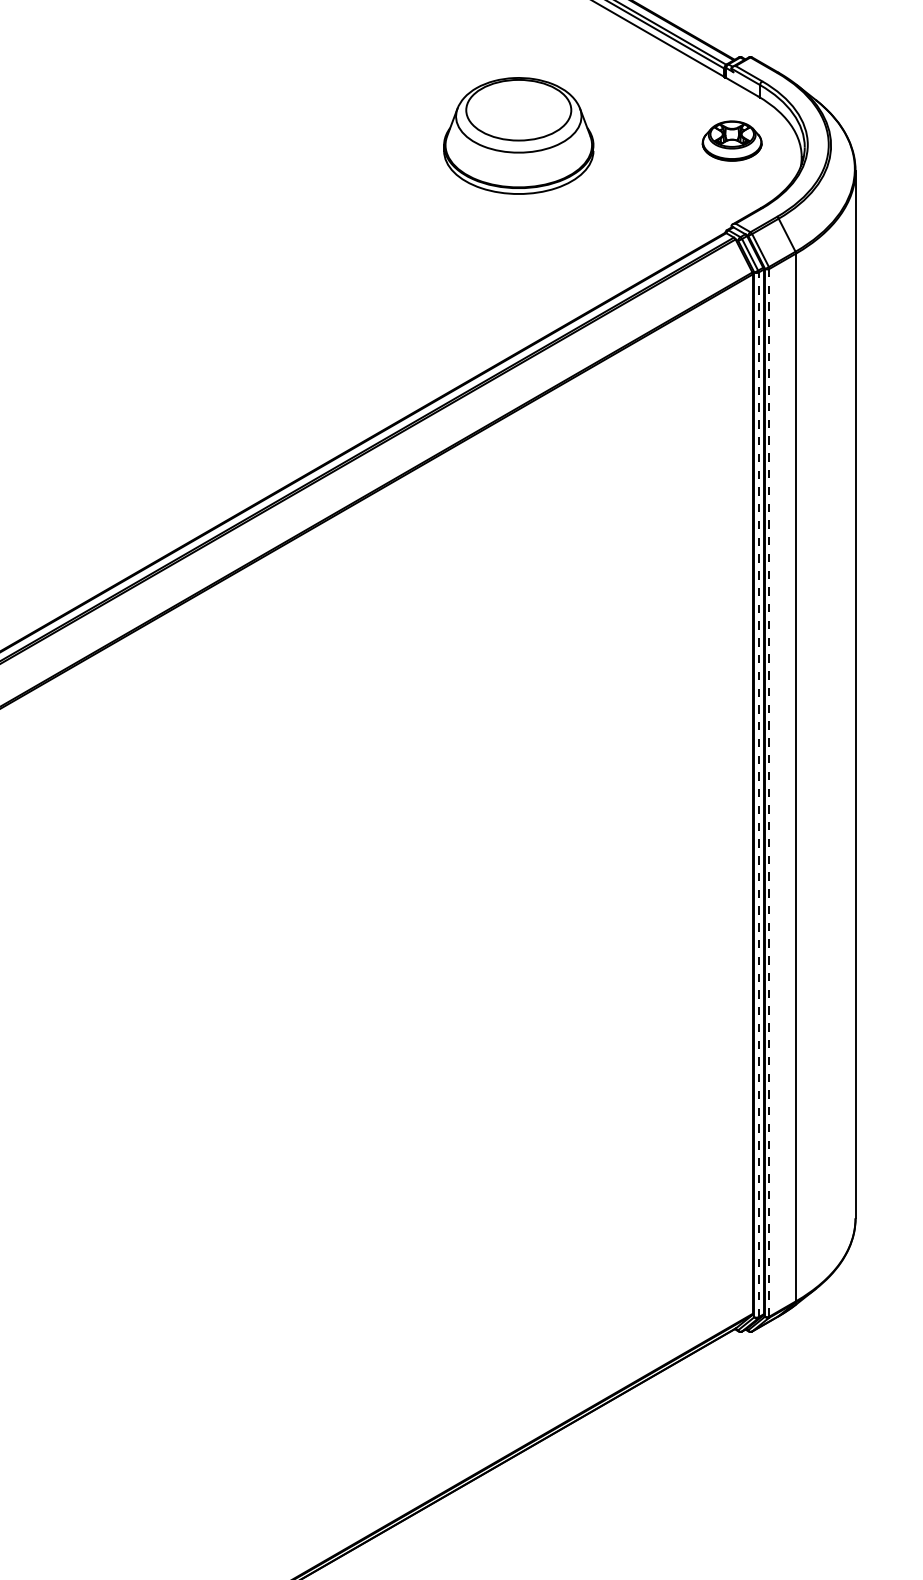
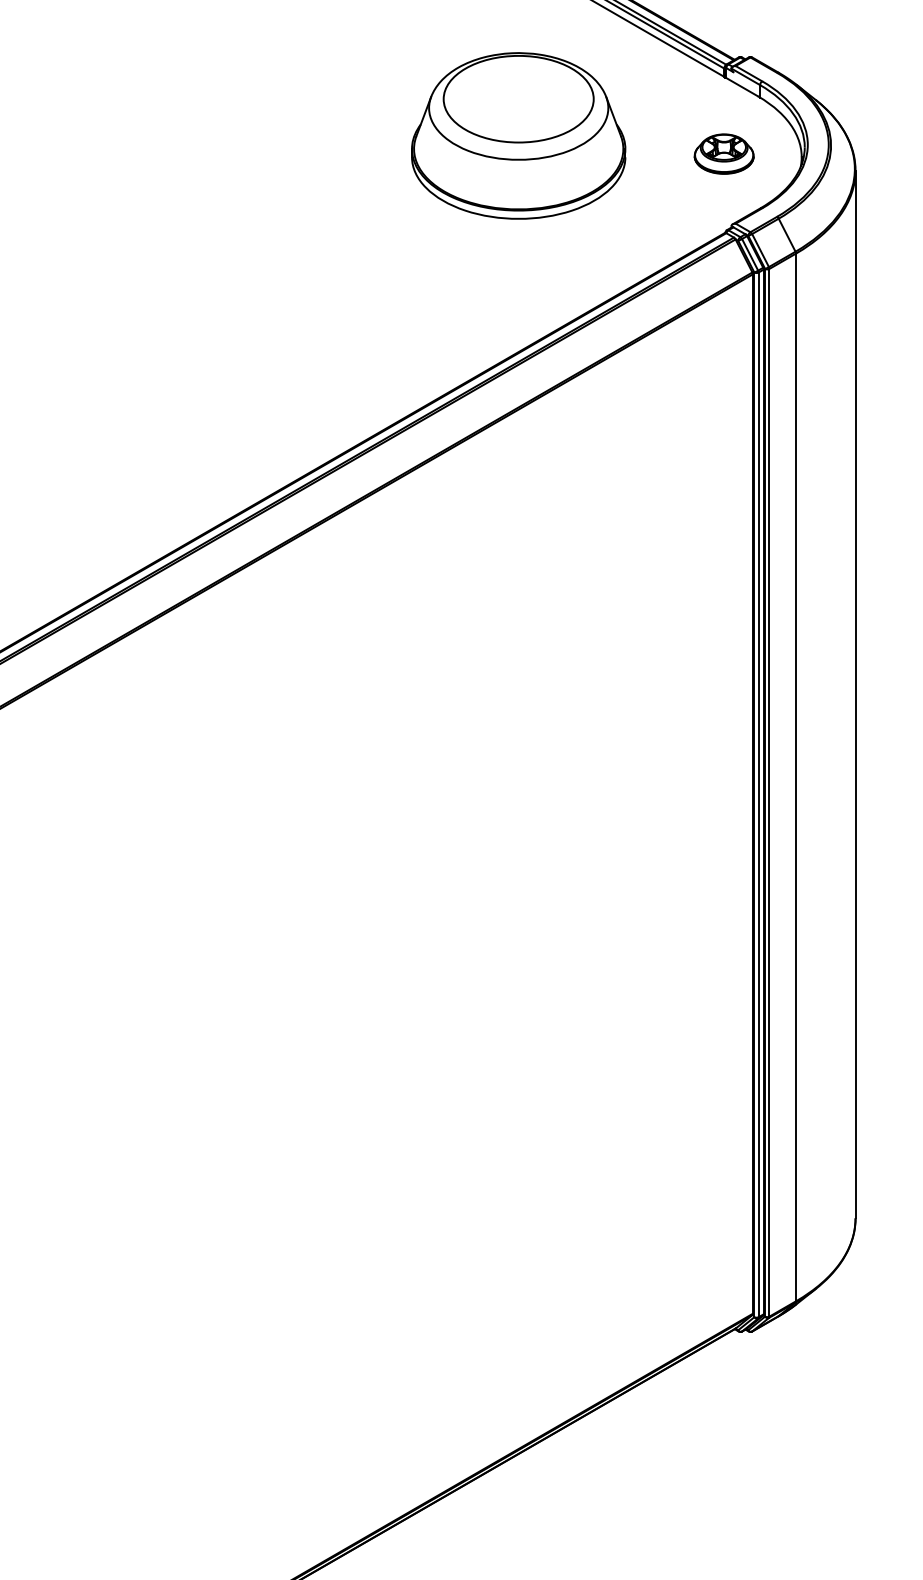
part at (518, 135) size: 152x118 px -> 216x168 px
part at (731, 140) position: (731, 140) -> (723, 153)
line at (769, 792): dashed -> solid
line at (758, 794): dashed -> solid
